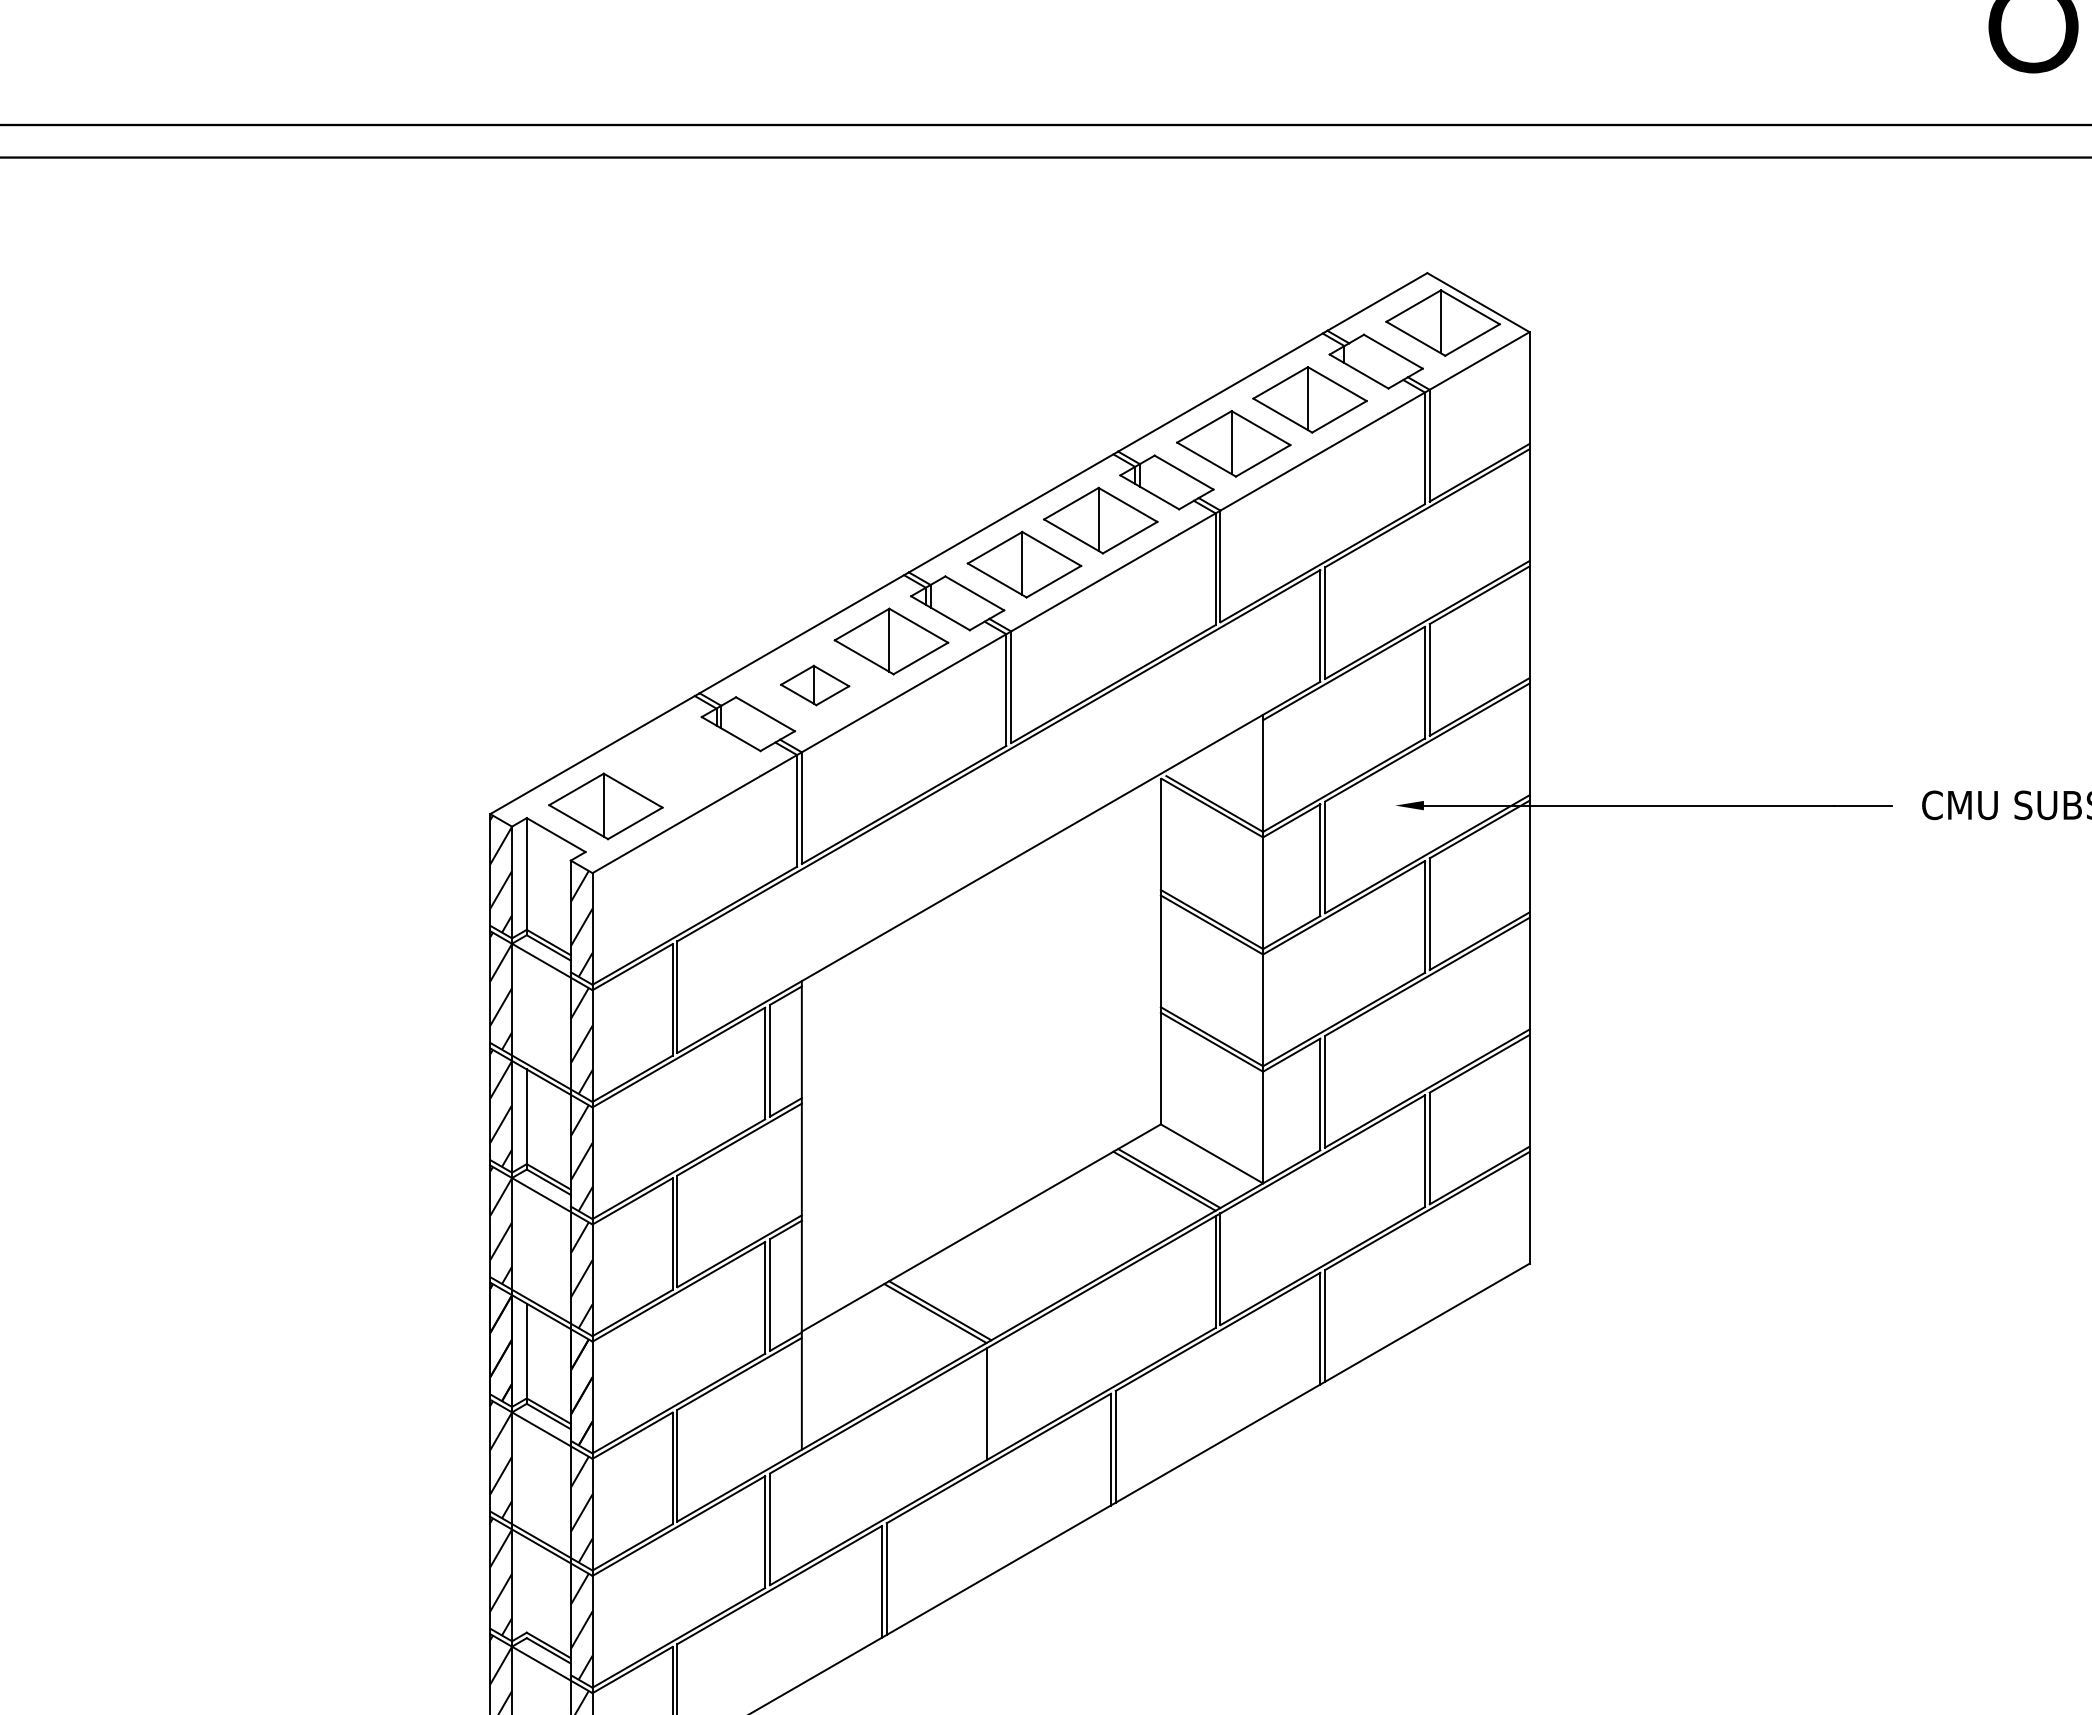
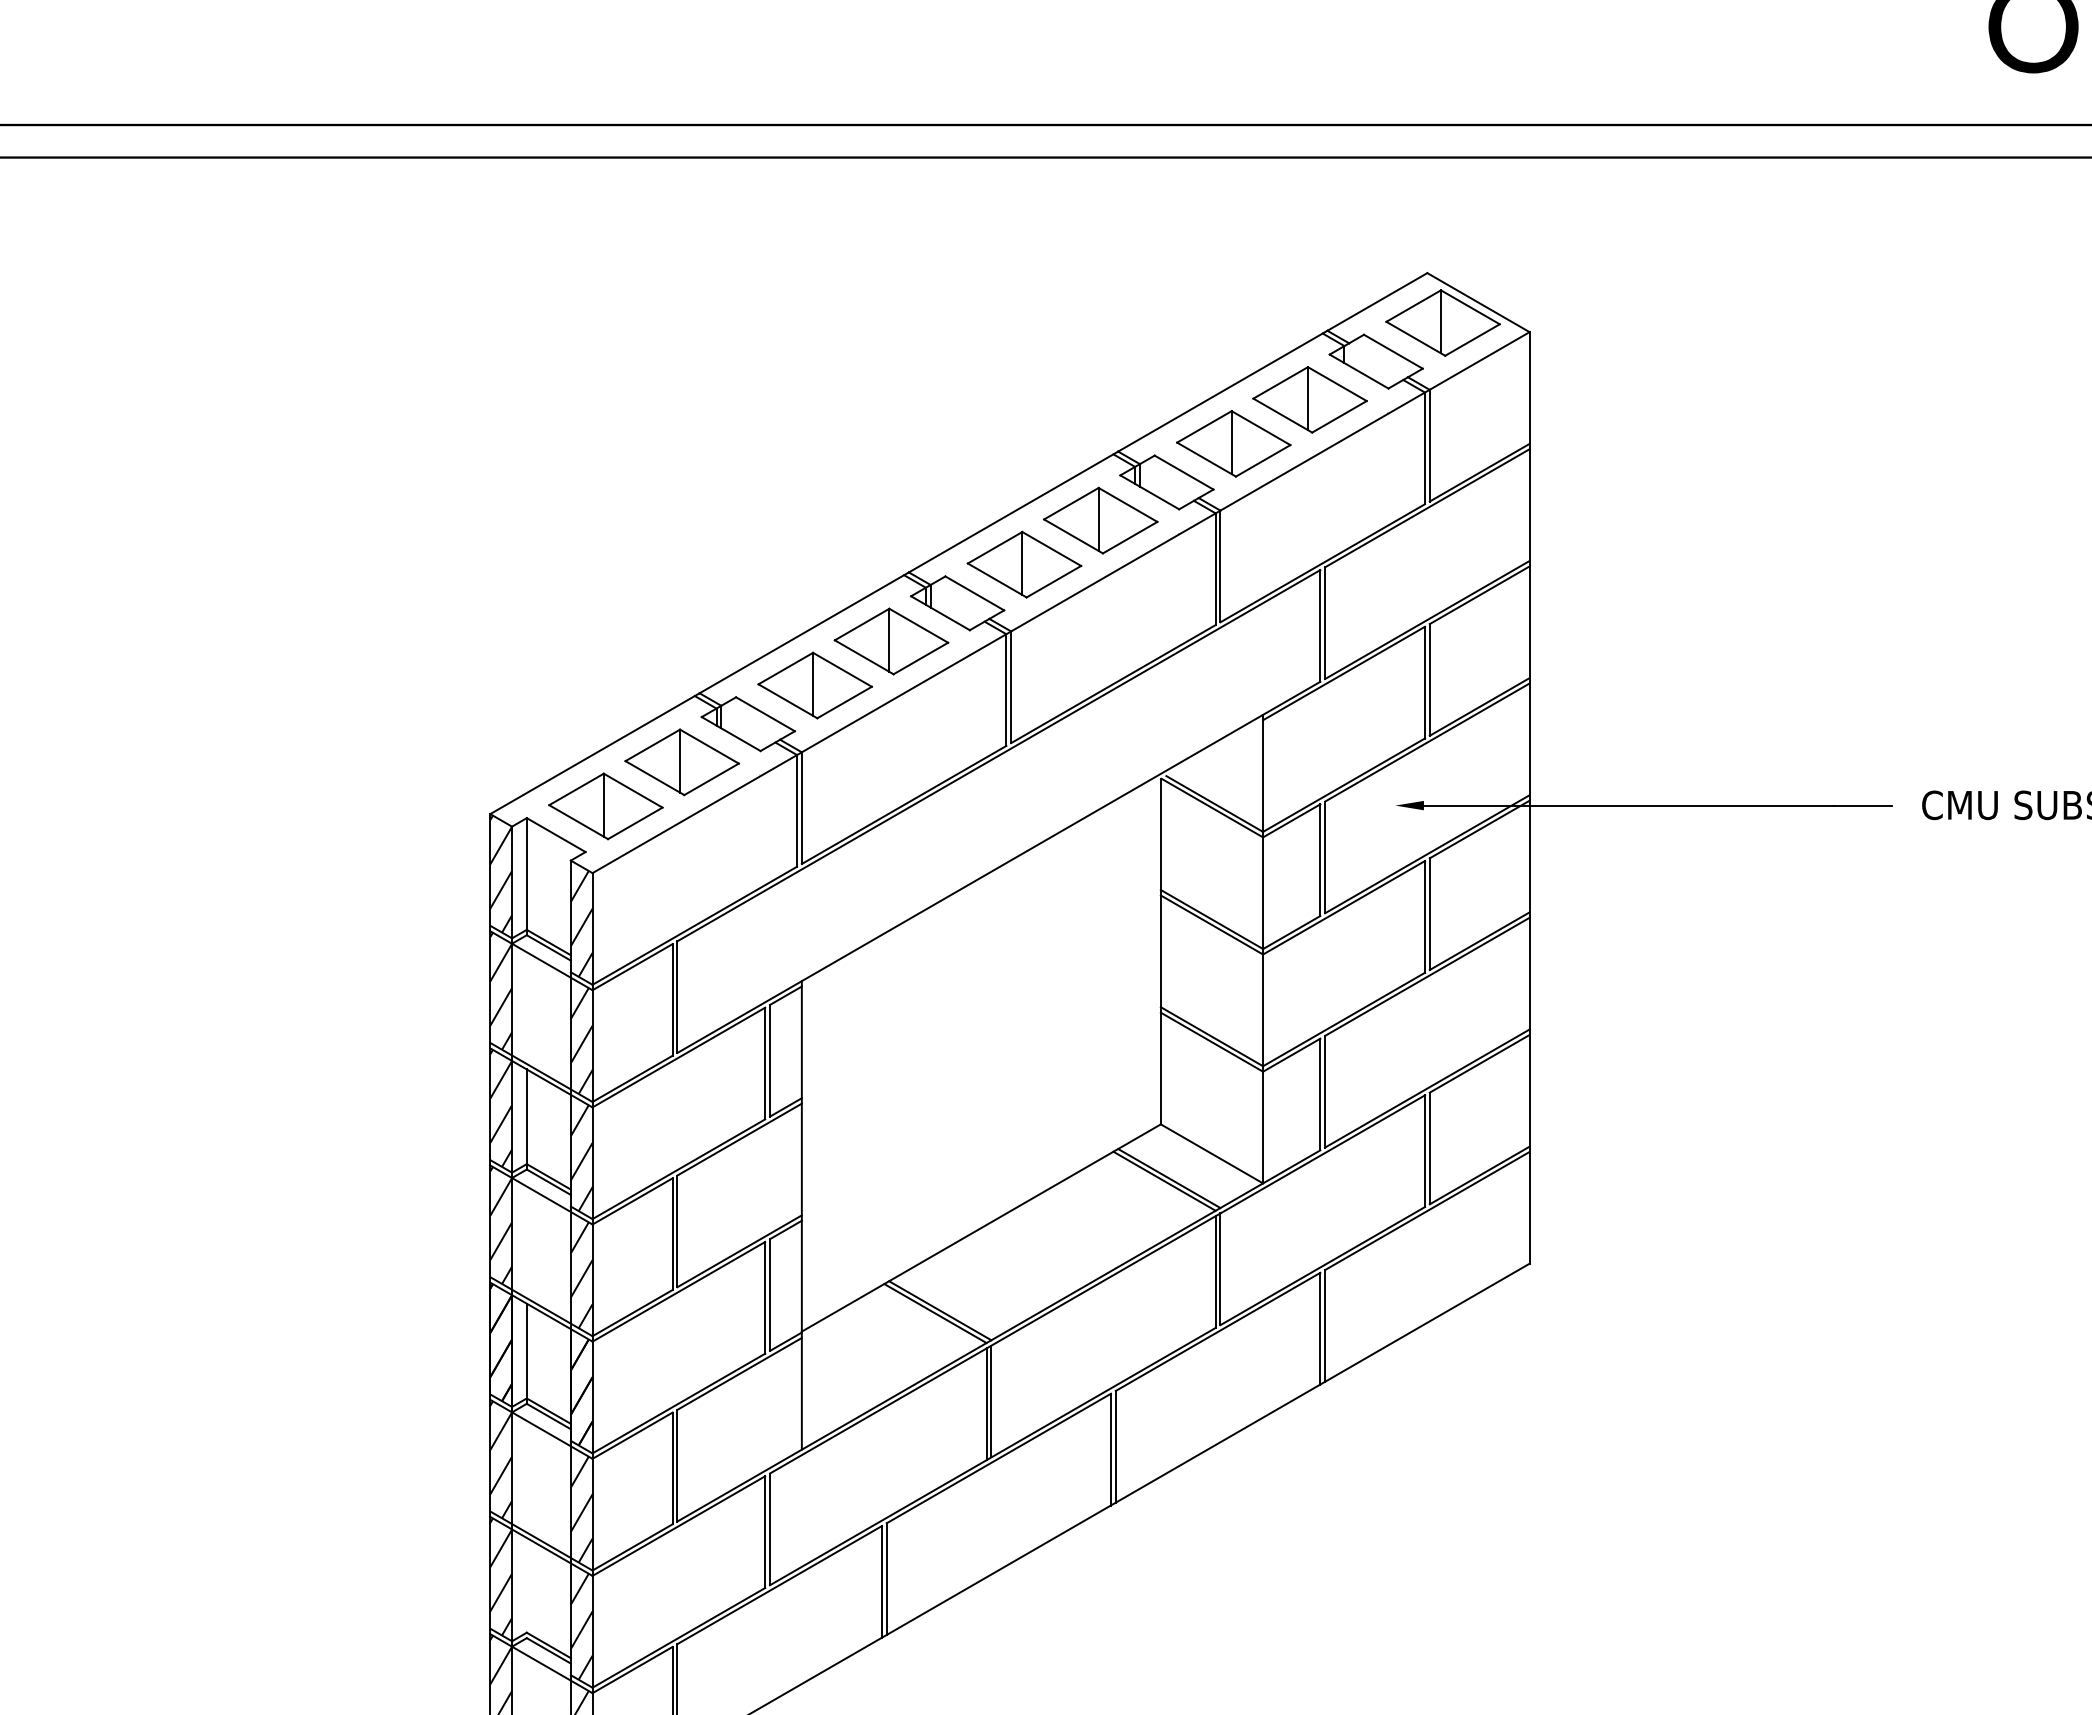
part at (815, 685) size: 71x43 px -> 116x69 px
part at (681, 762): none -> present
line at (991, 1401): none -> present
